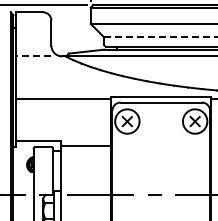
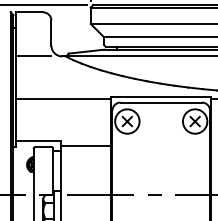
line at (161, 37): dashed -> solid
line at (33, 56): dashed -> solid
